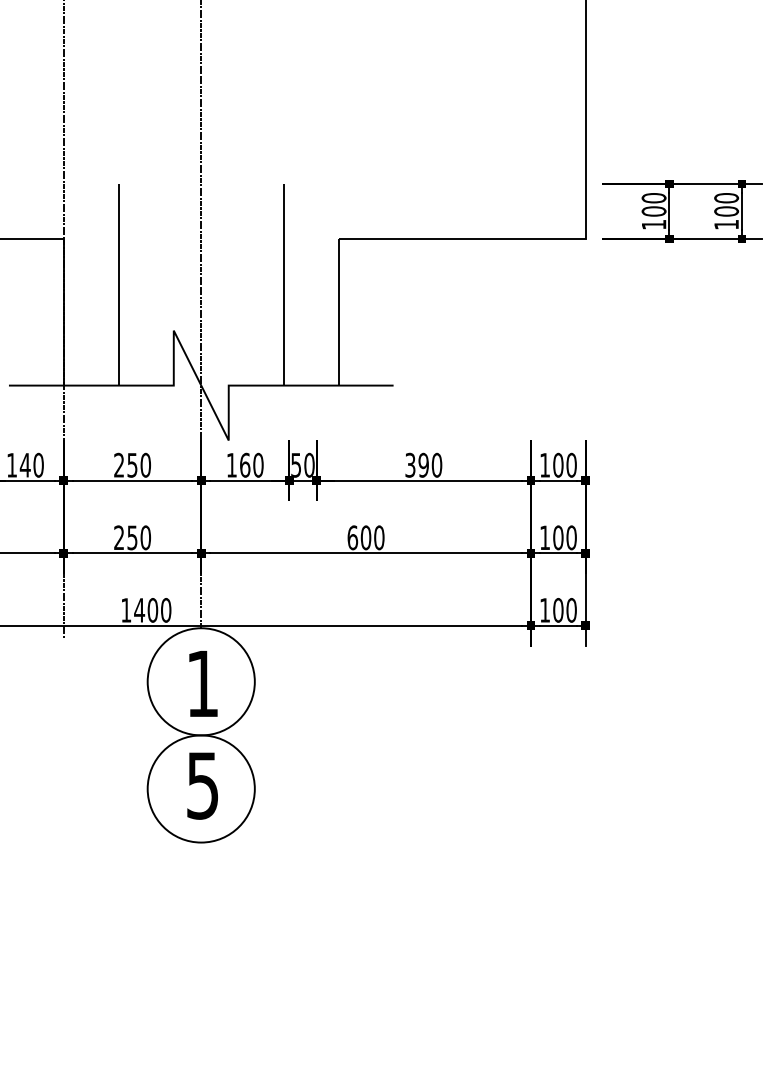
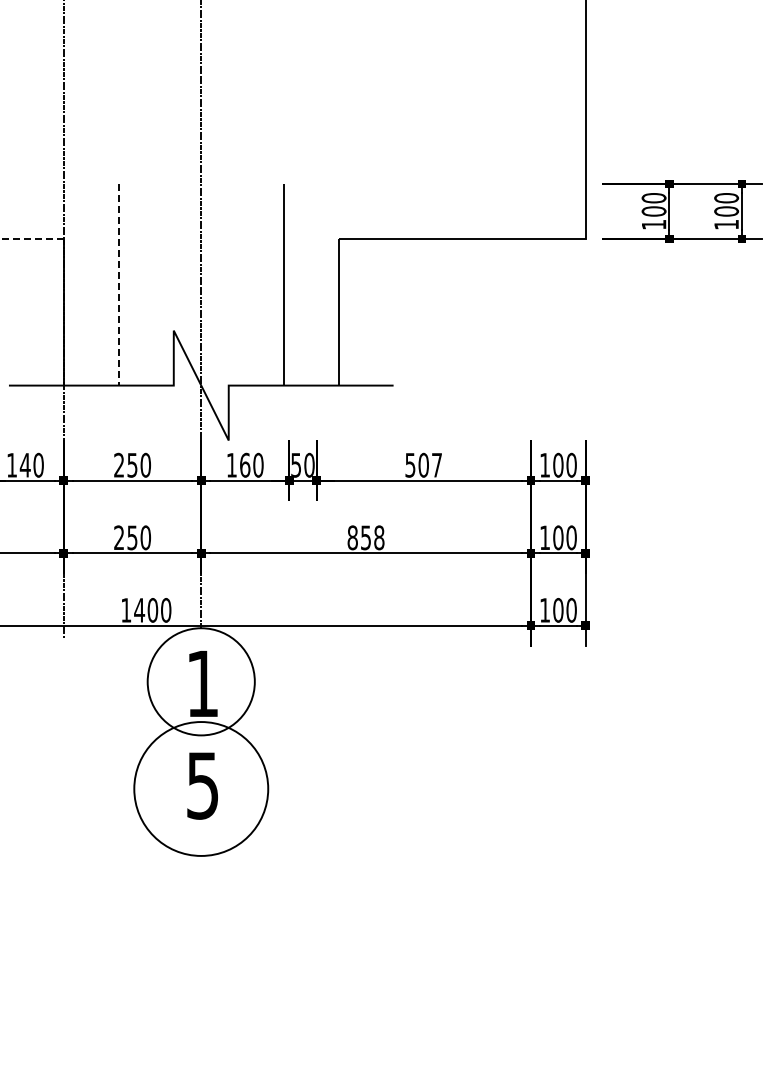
line at (31, 238): solid -> dashed
line at (118, 284): solid -> dashed
text at (424, 464): 390 -> 507
text at (365, 537): 600 -> 858
circle at (200, 788) diameter: 107 px -> 134 px
